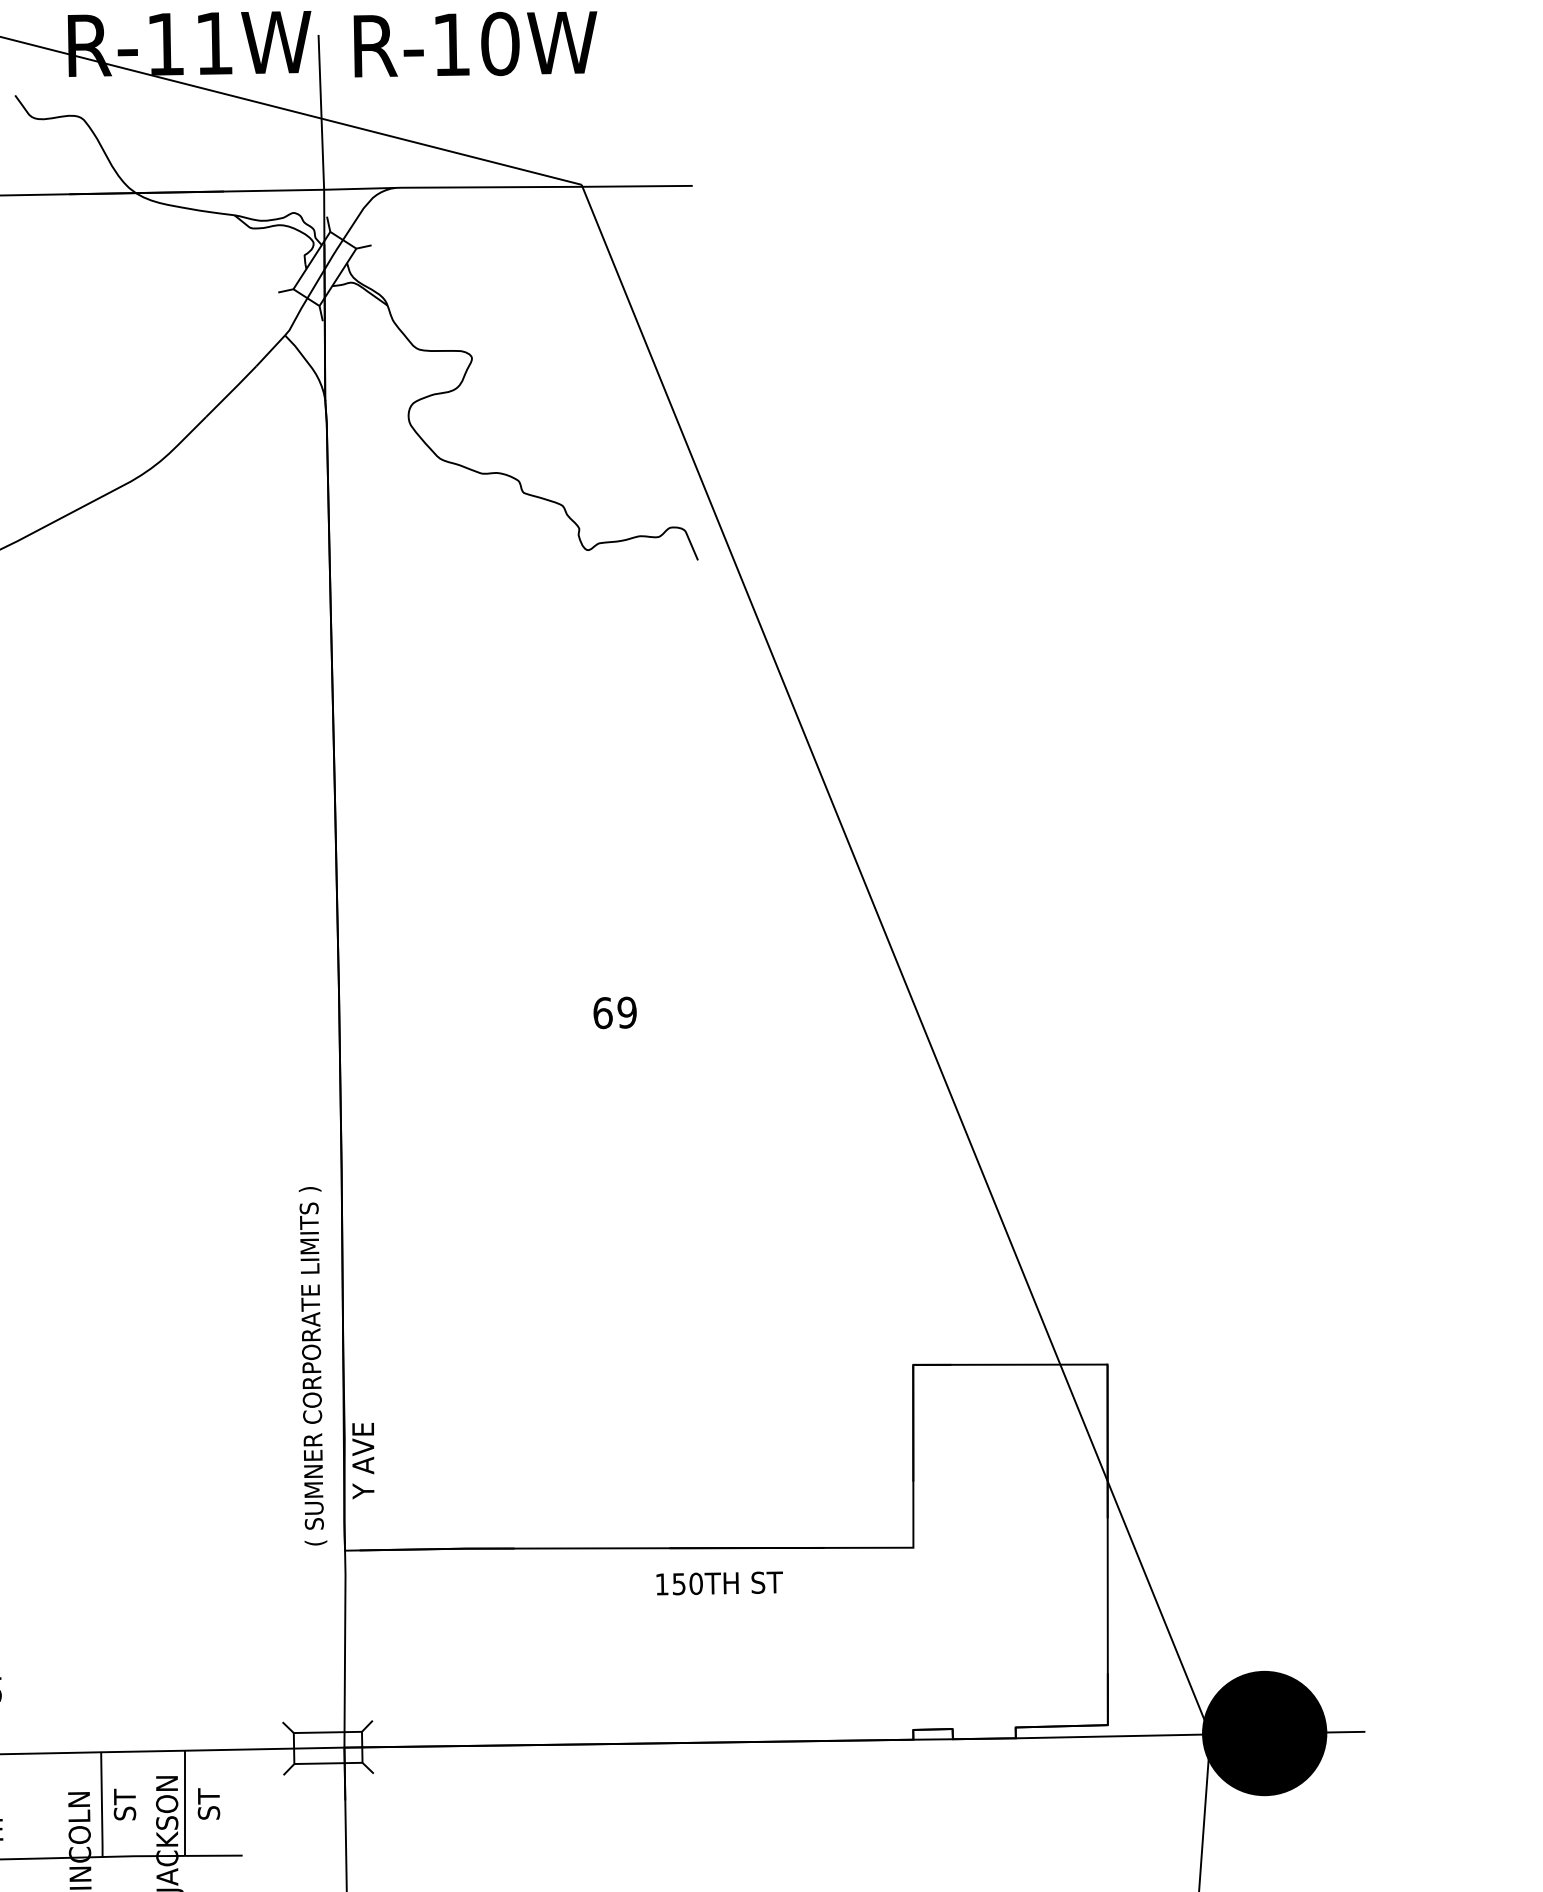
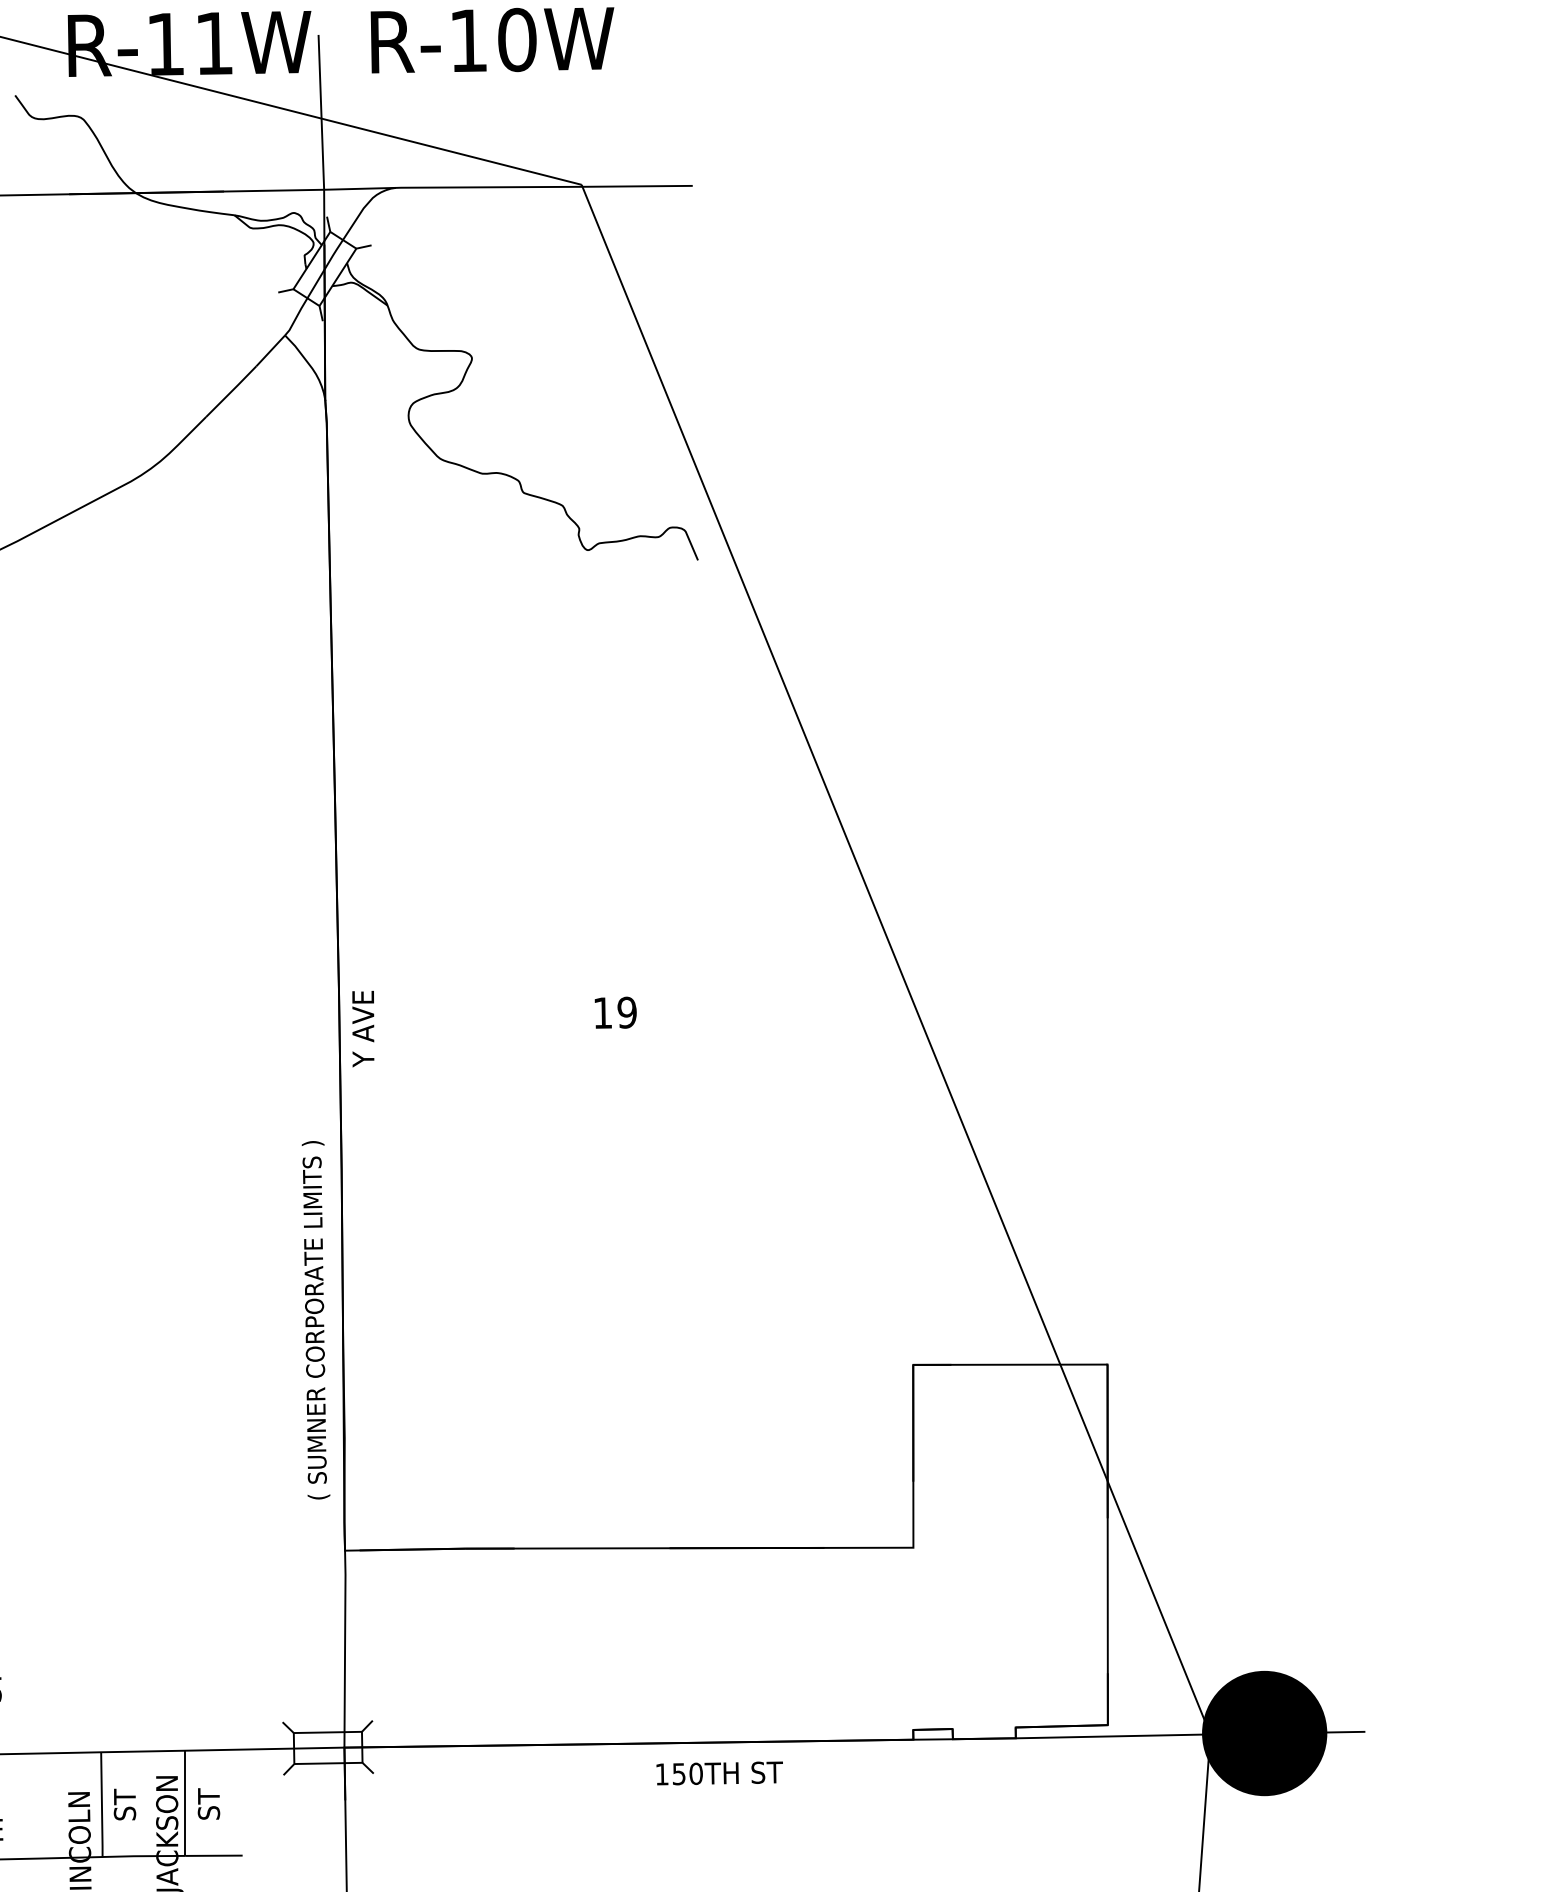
text at (475, 44) position: (475, 44) -> (492, 40)
text at (602, 1013): 69 -> 19
text at (312, 1366) position: (312, 1366) -> (315, 1320)
text at (363, 1461) position: (363, 1461) -> (363, 1029)
text at (719, 1583) position: (719, 1583) -> (719, 1773)
